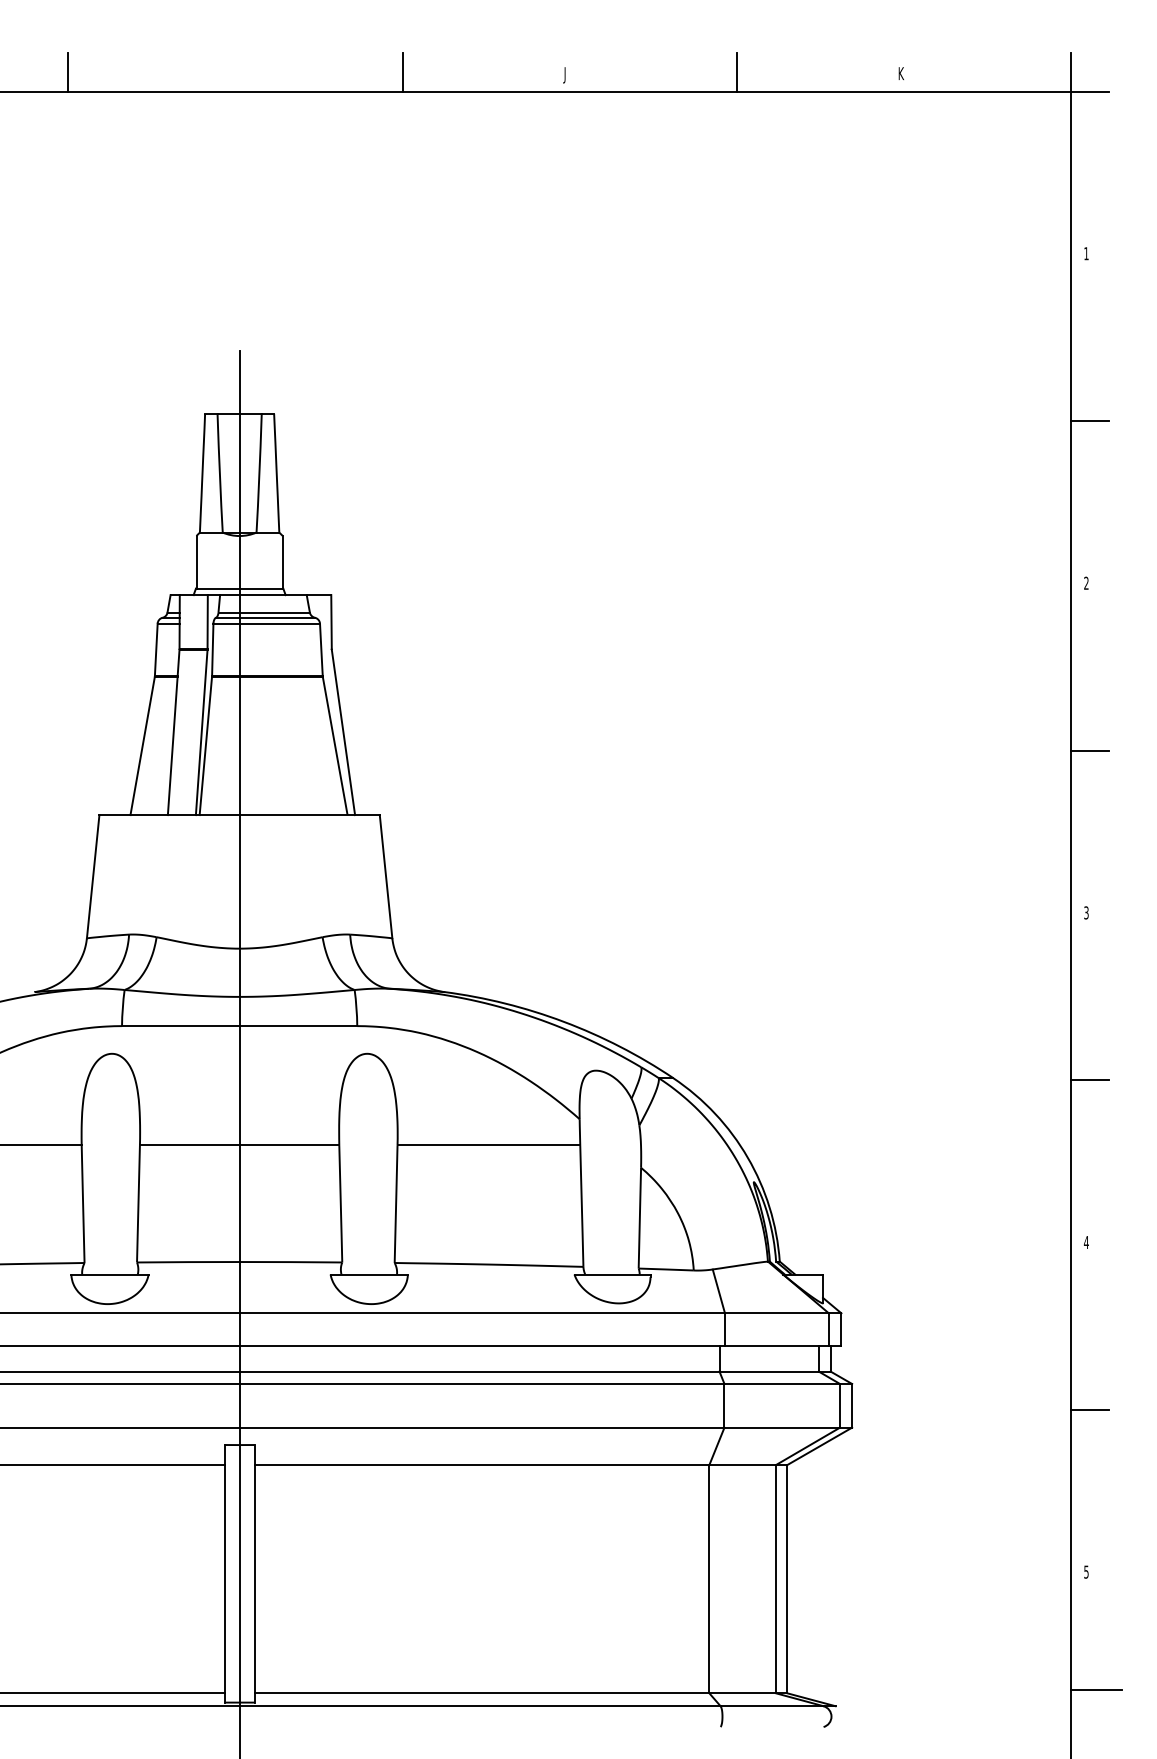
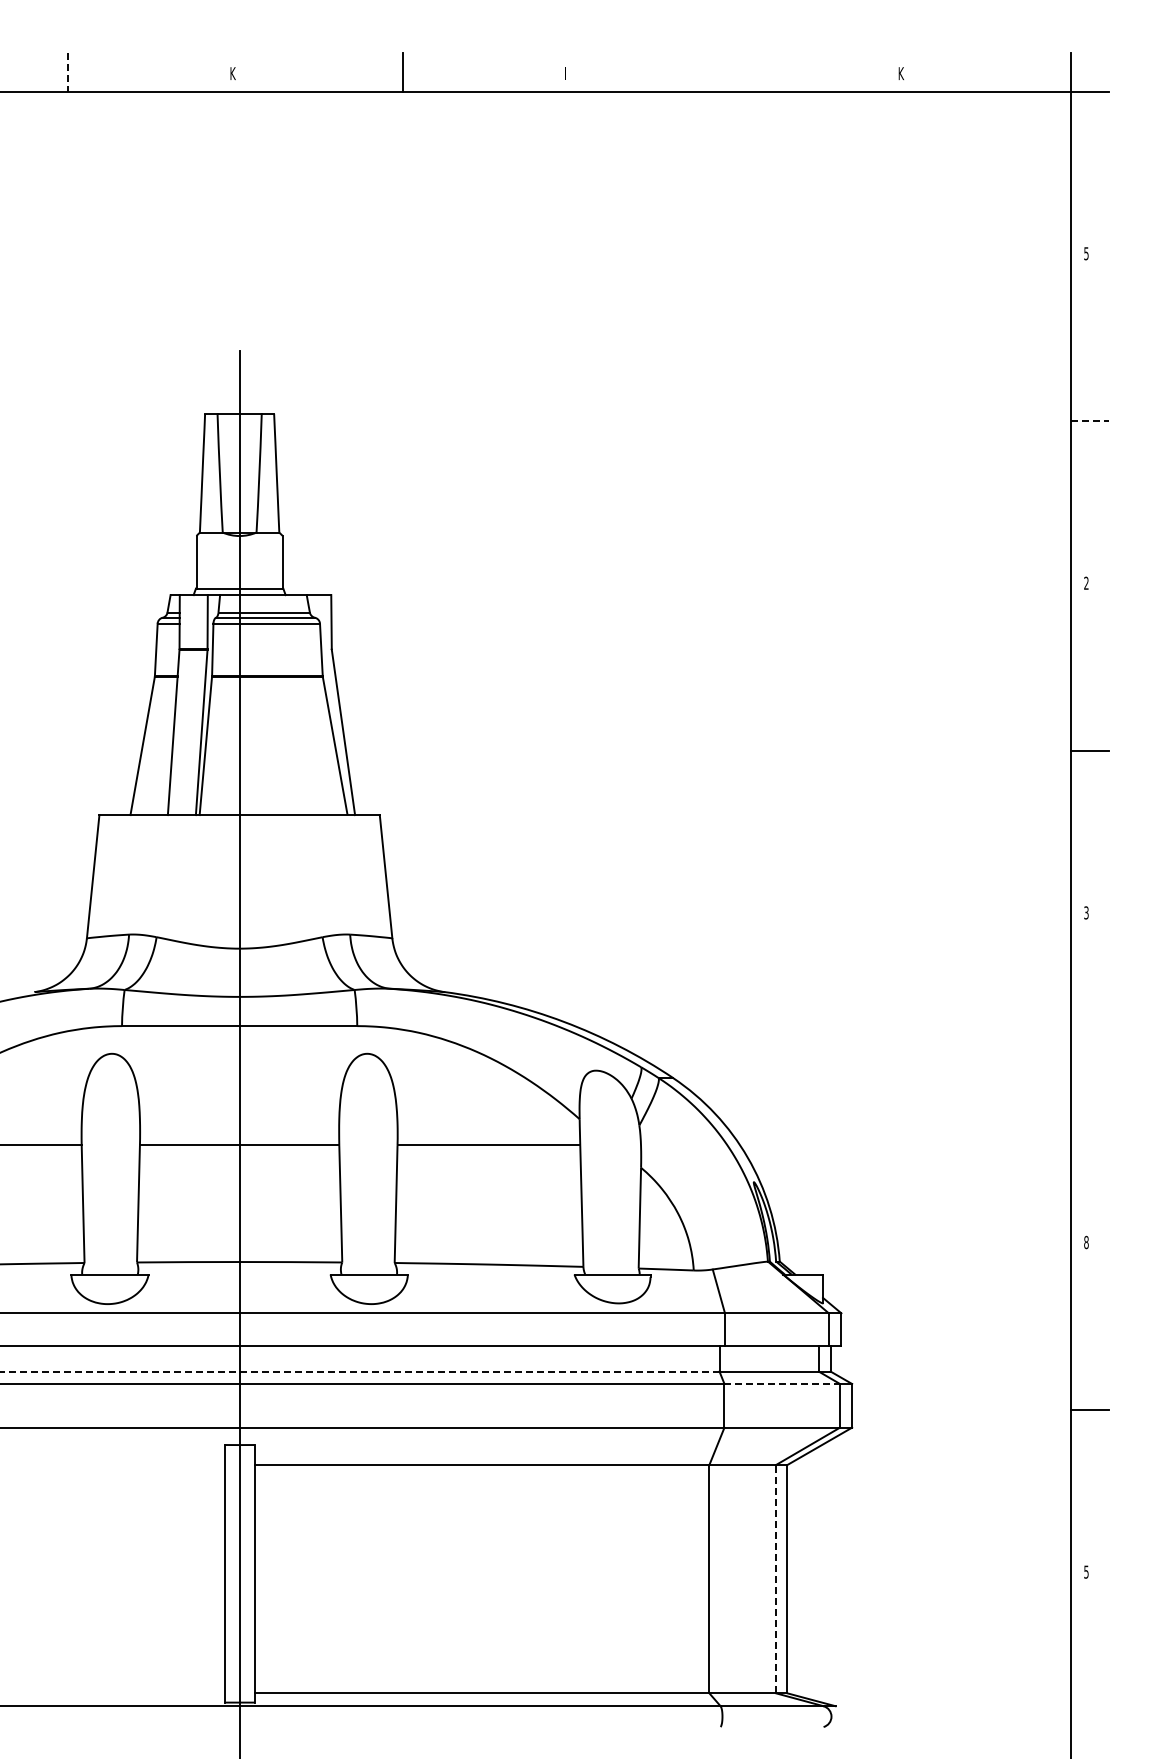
line at (736, 71): present -> none
line at (68, 72): solid -> dashed
text at (232, 73): I -> K
text at (564, 75): J -> I
text at (1086, 253): 1 -> 5
line at (1090, 420): solid -> dashed
line at (1089, 1080): present -> none
text at (1085, 1242): 4 -> 8
line at (359, 1371): solid -> dashed
line at (782, 1383): solid -> dashed
line at (113, 1464): present -> none
line at (776, 1578): solid -> dashed
line at (1096, 1689): present -> none
line at (113, 1693): present -> none
